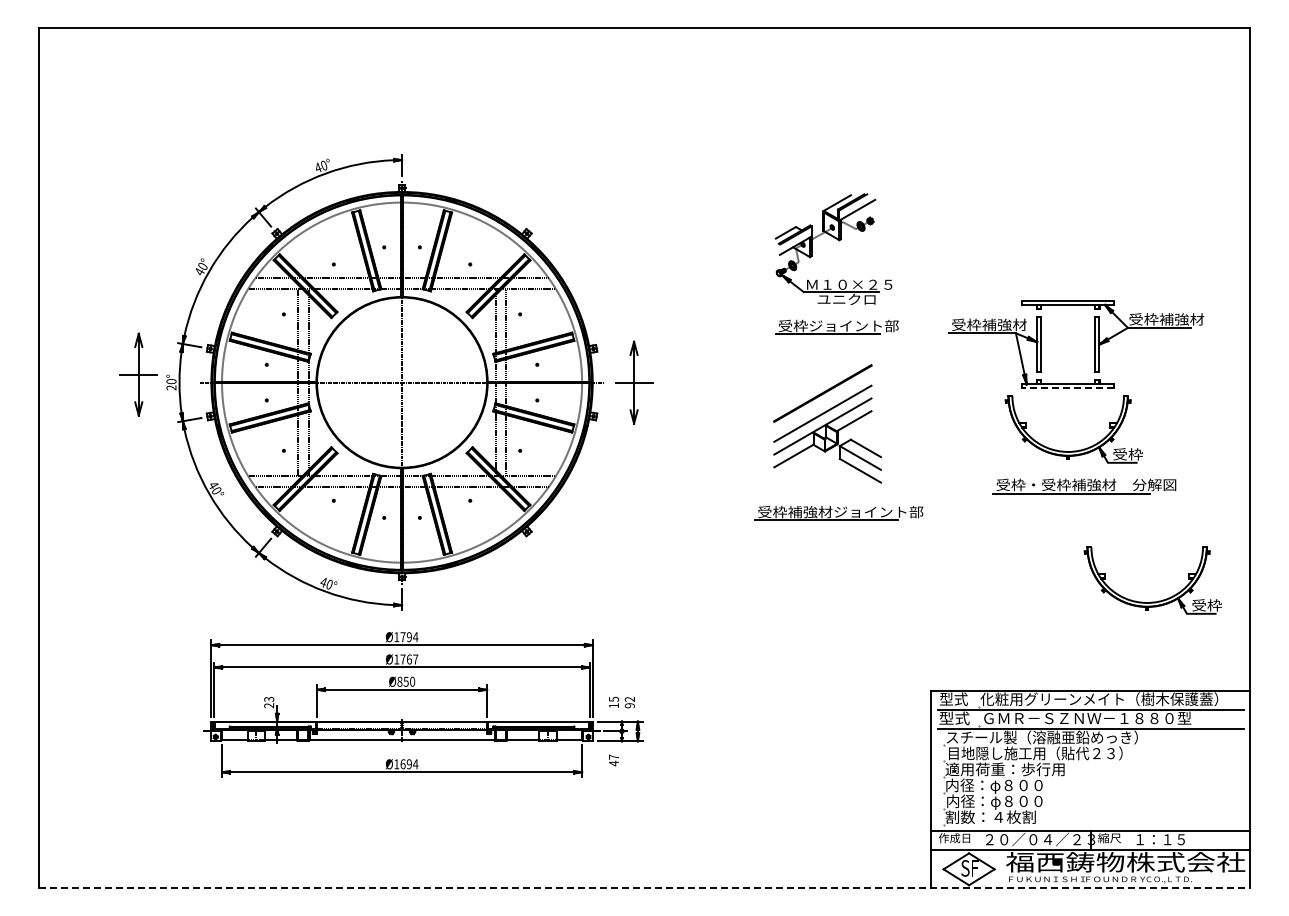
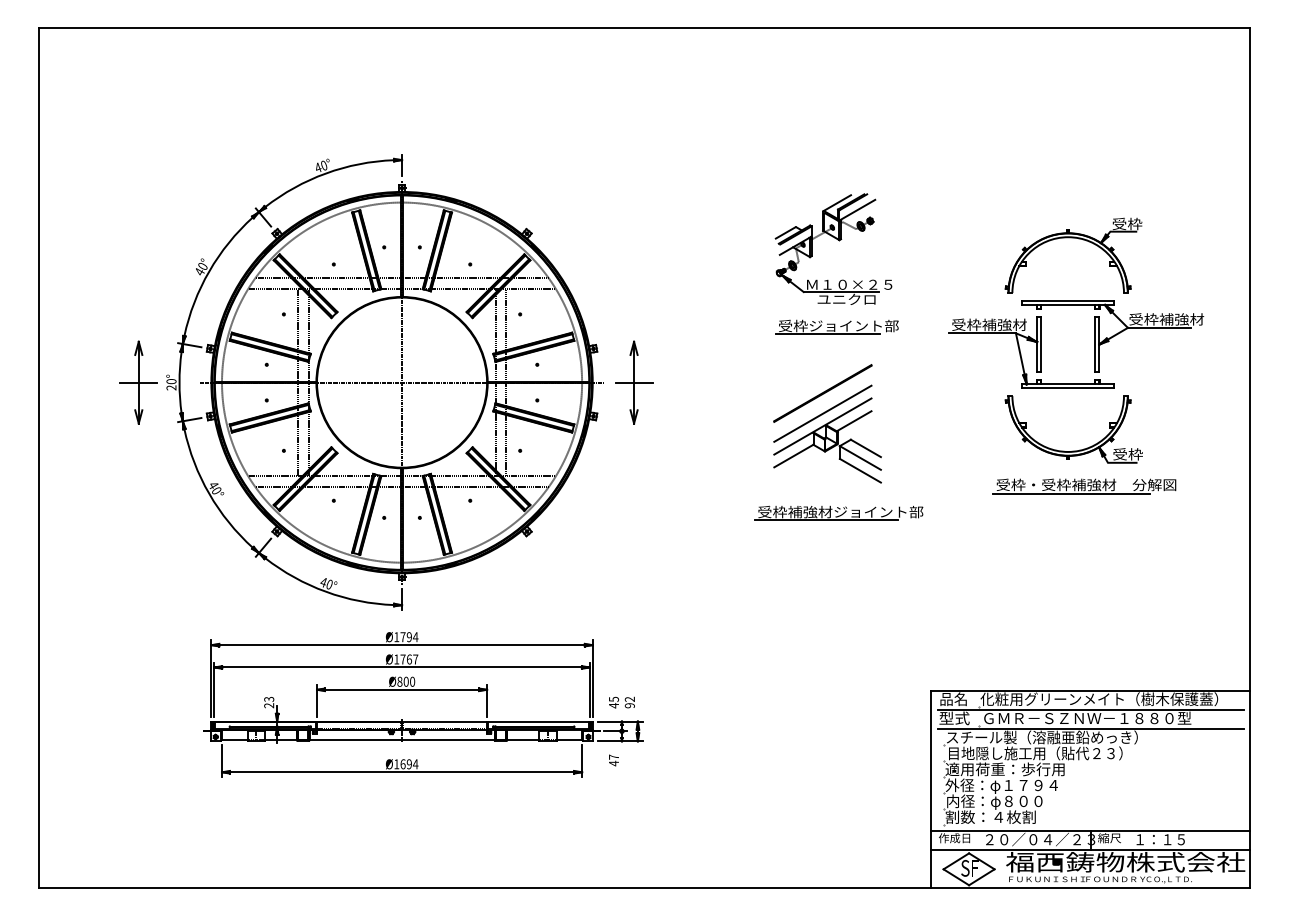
part at (1078, 239): none -> present
part at (138, 374) position: (138, 374) -> (138, 382)
line at (1068, 388): dashed -> solid
part at (1158, 600): present -> none
text at (405, 681): Ø850 -> Ø800
text at (953, 698): 型式 -> 品名
text at (613, 705): 15 -> 45
text at (1001, 785): 内径：φ８００ -> 外径：φ１７９４
line at (644, 888): dashed -> solid
